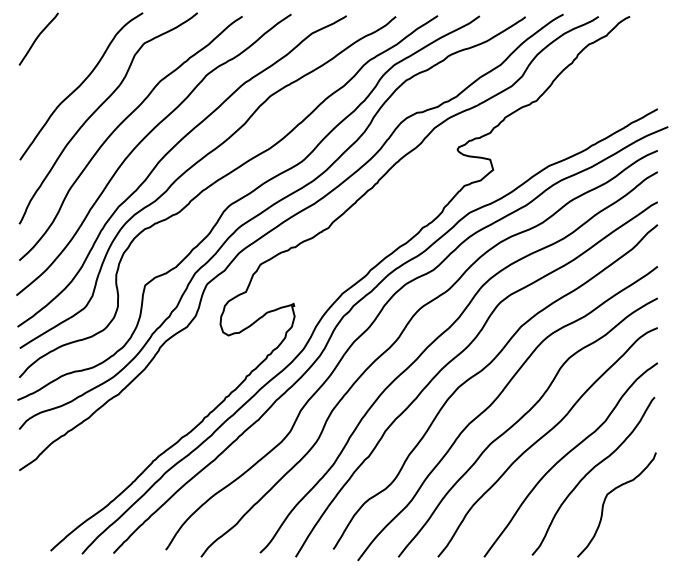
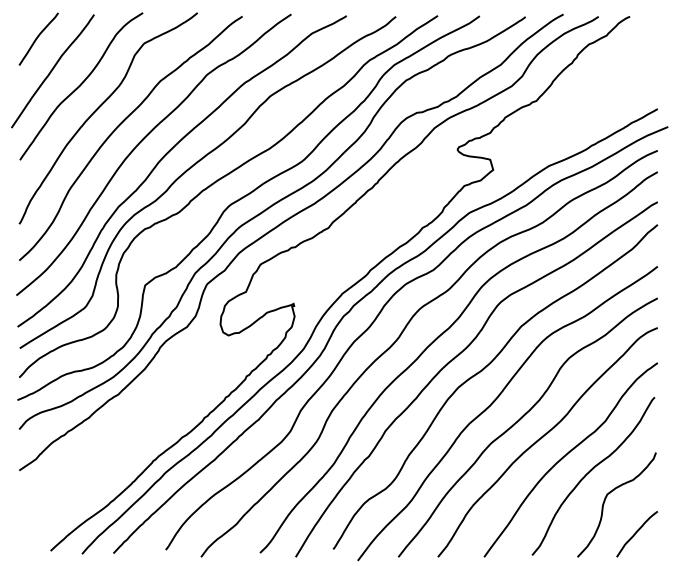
curve at (52, 71): none -> present
curve at (636, 533): none -> present
